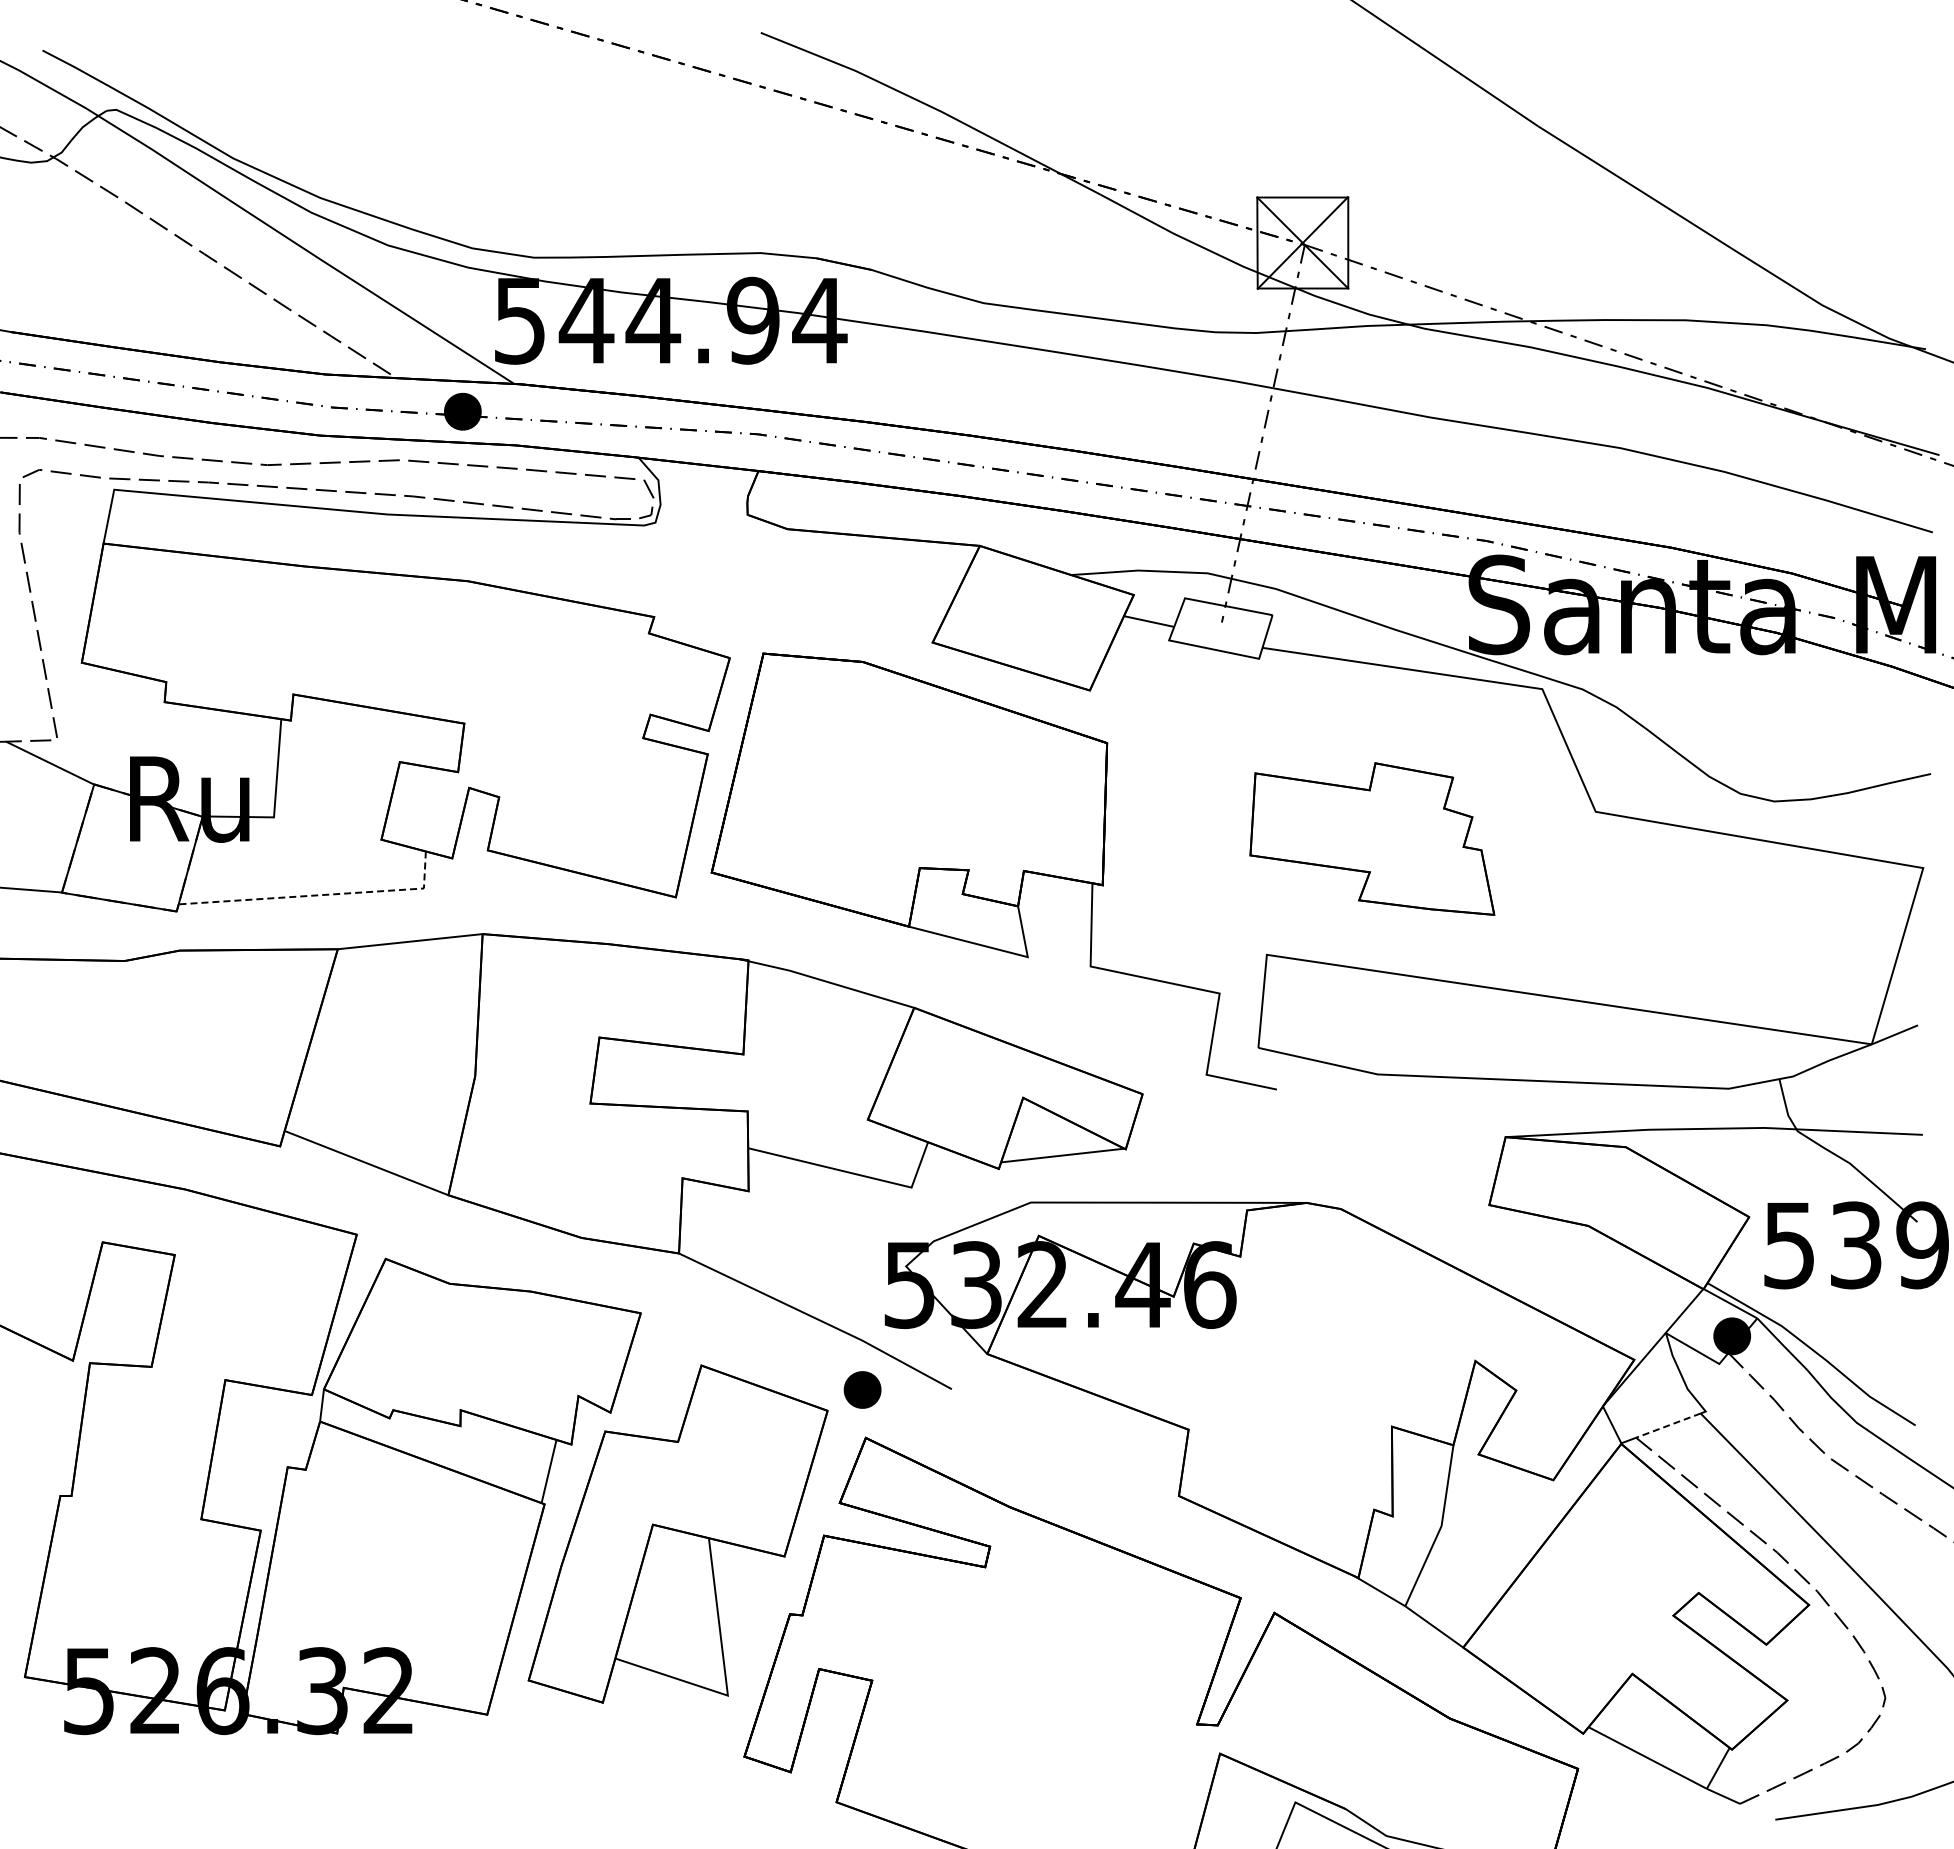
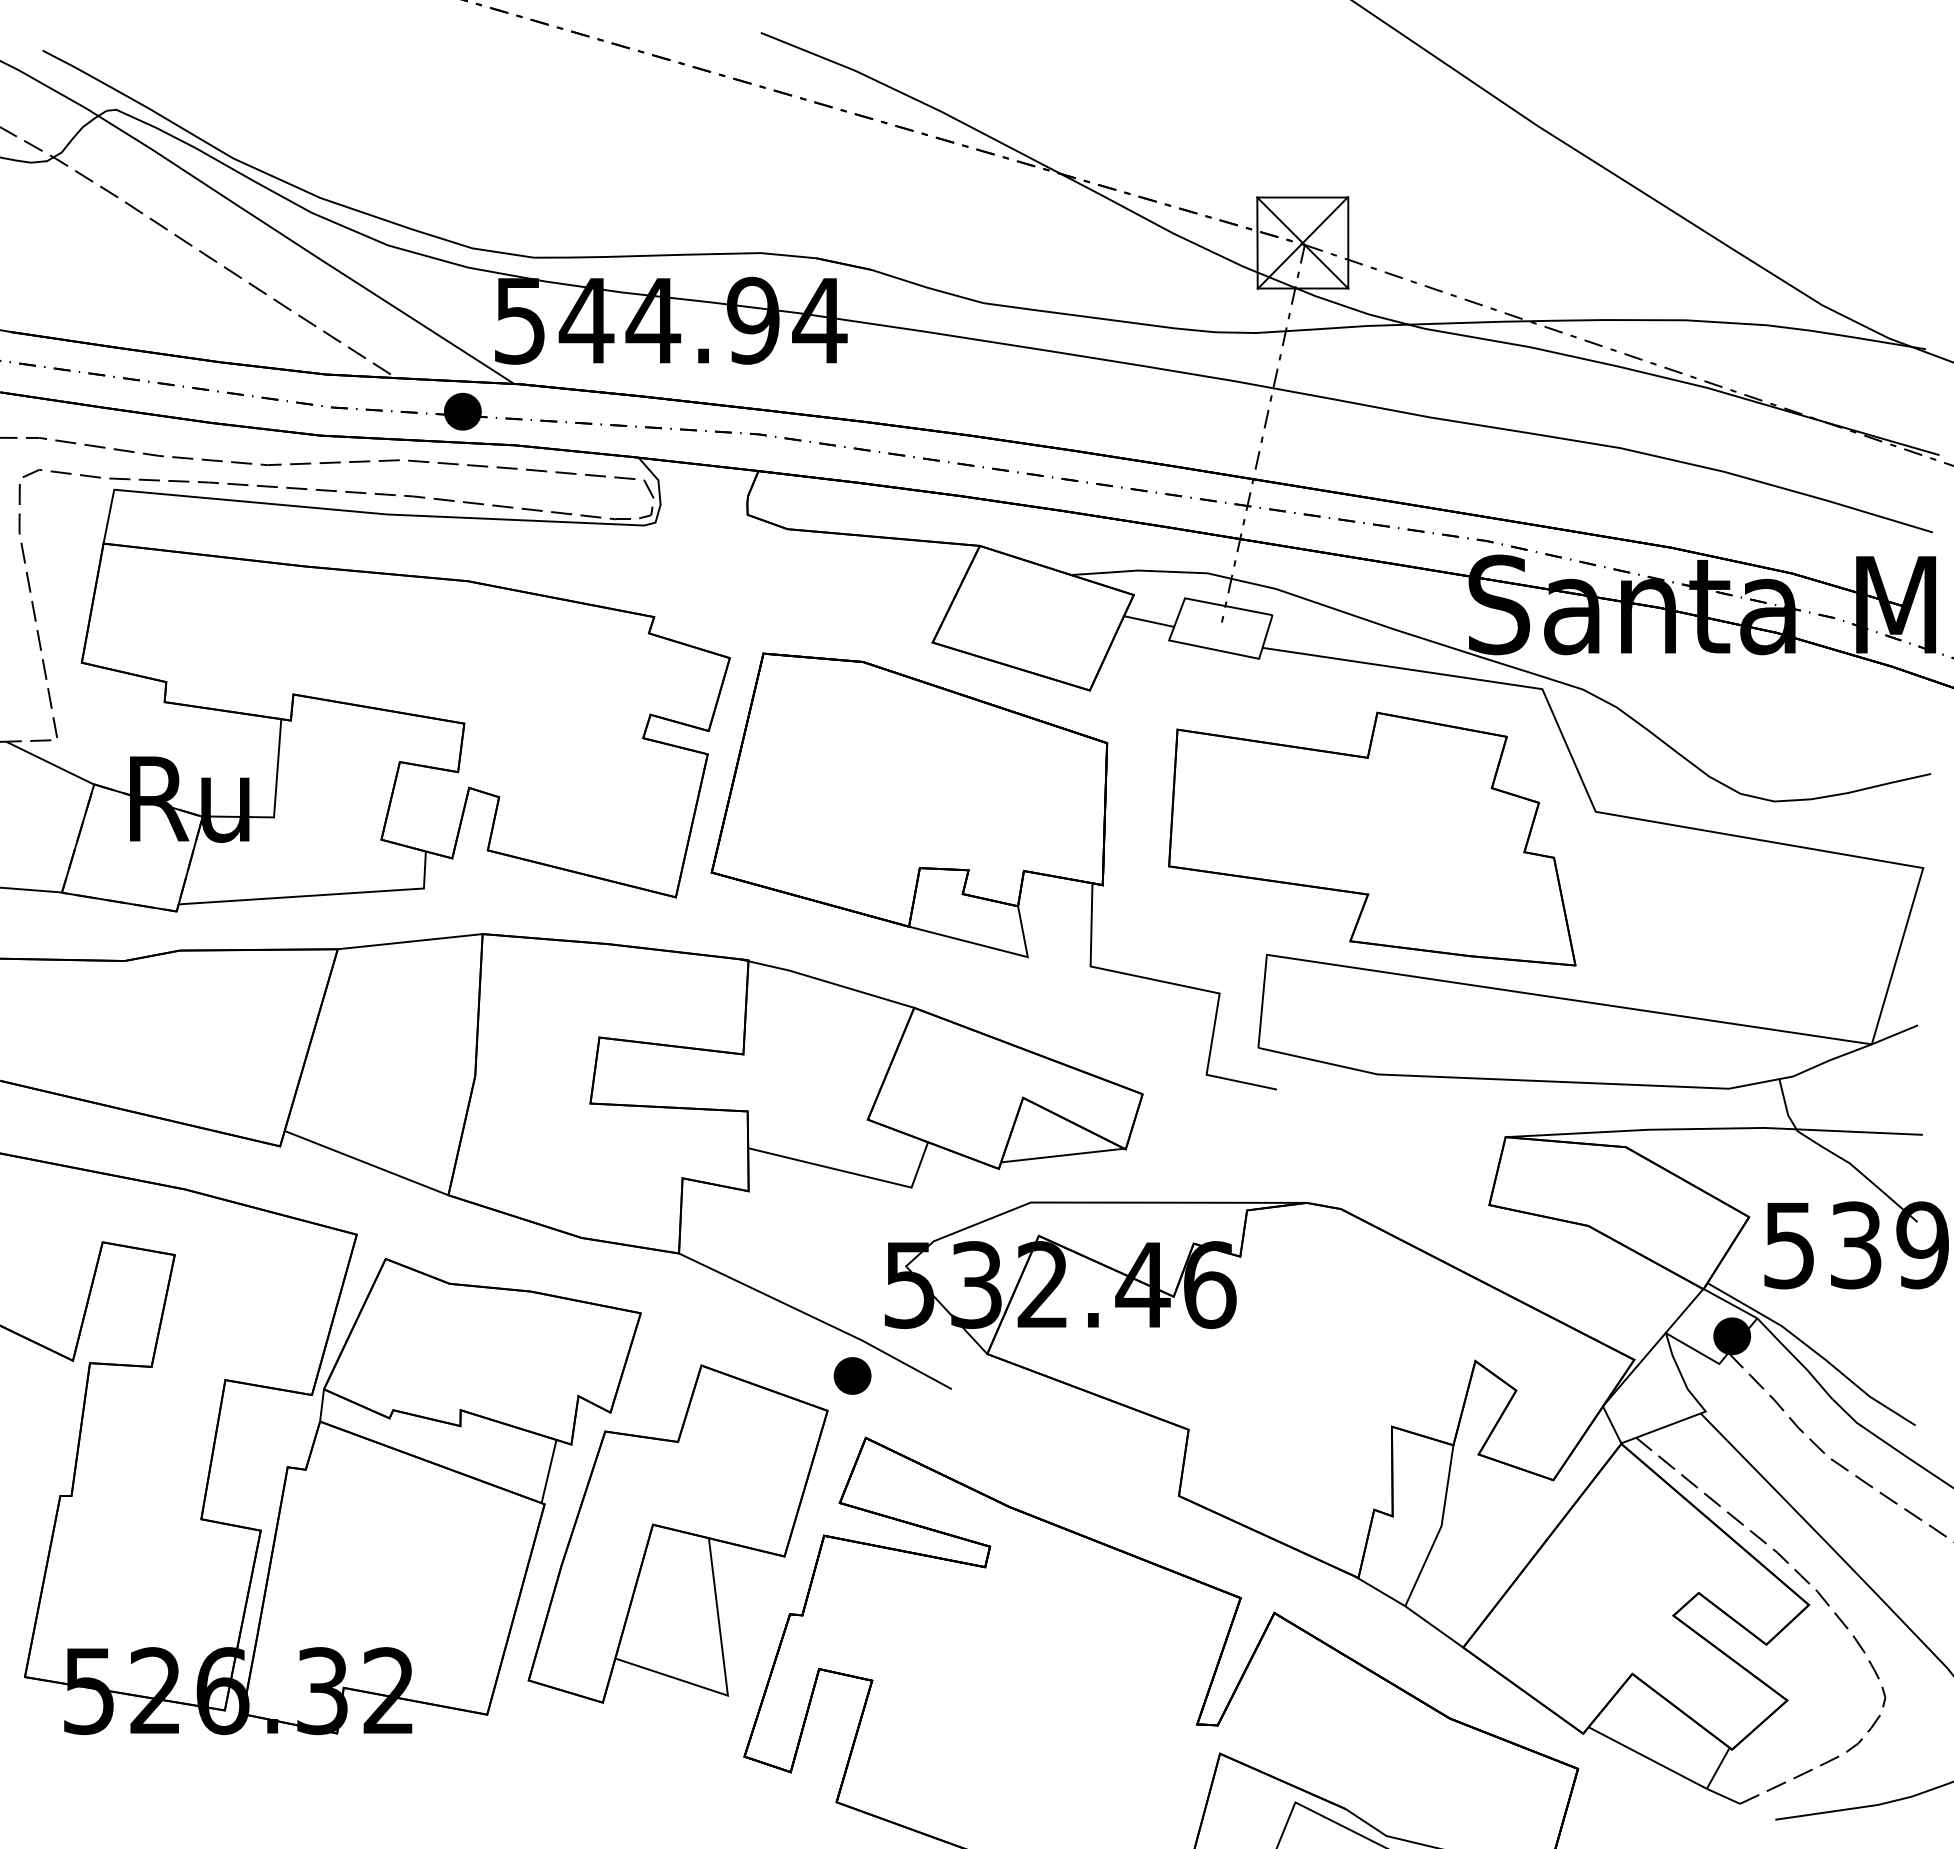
part at (1372, 838) size: 247x154 px -> 409x256 px
line at (320, 895): dashed -> solid
part at (862, 1389) position: (862, 1389) -> (852, 1375)
line at (1667, 1425): dashed -> solid
